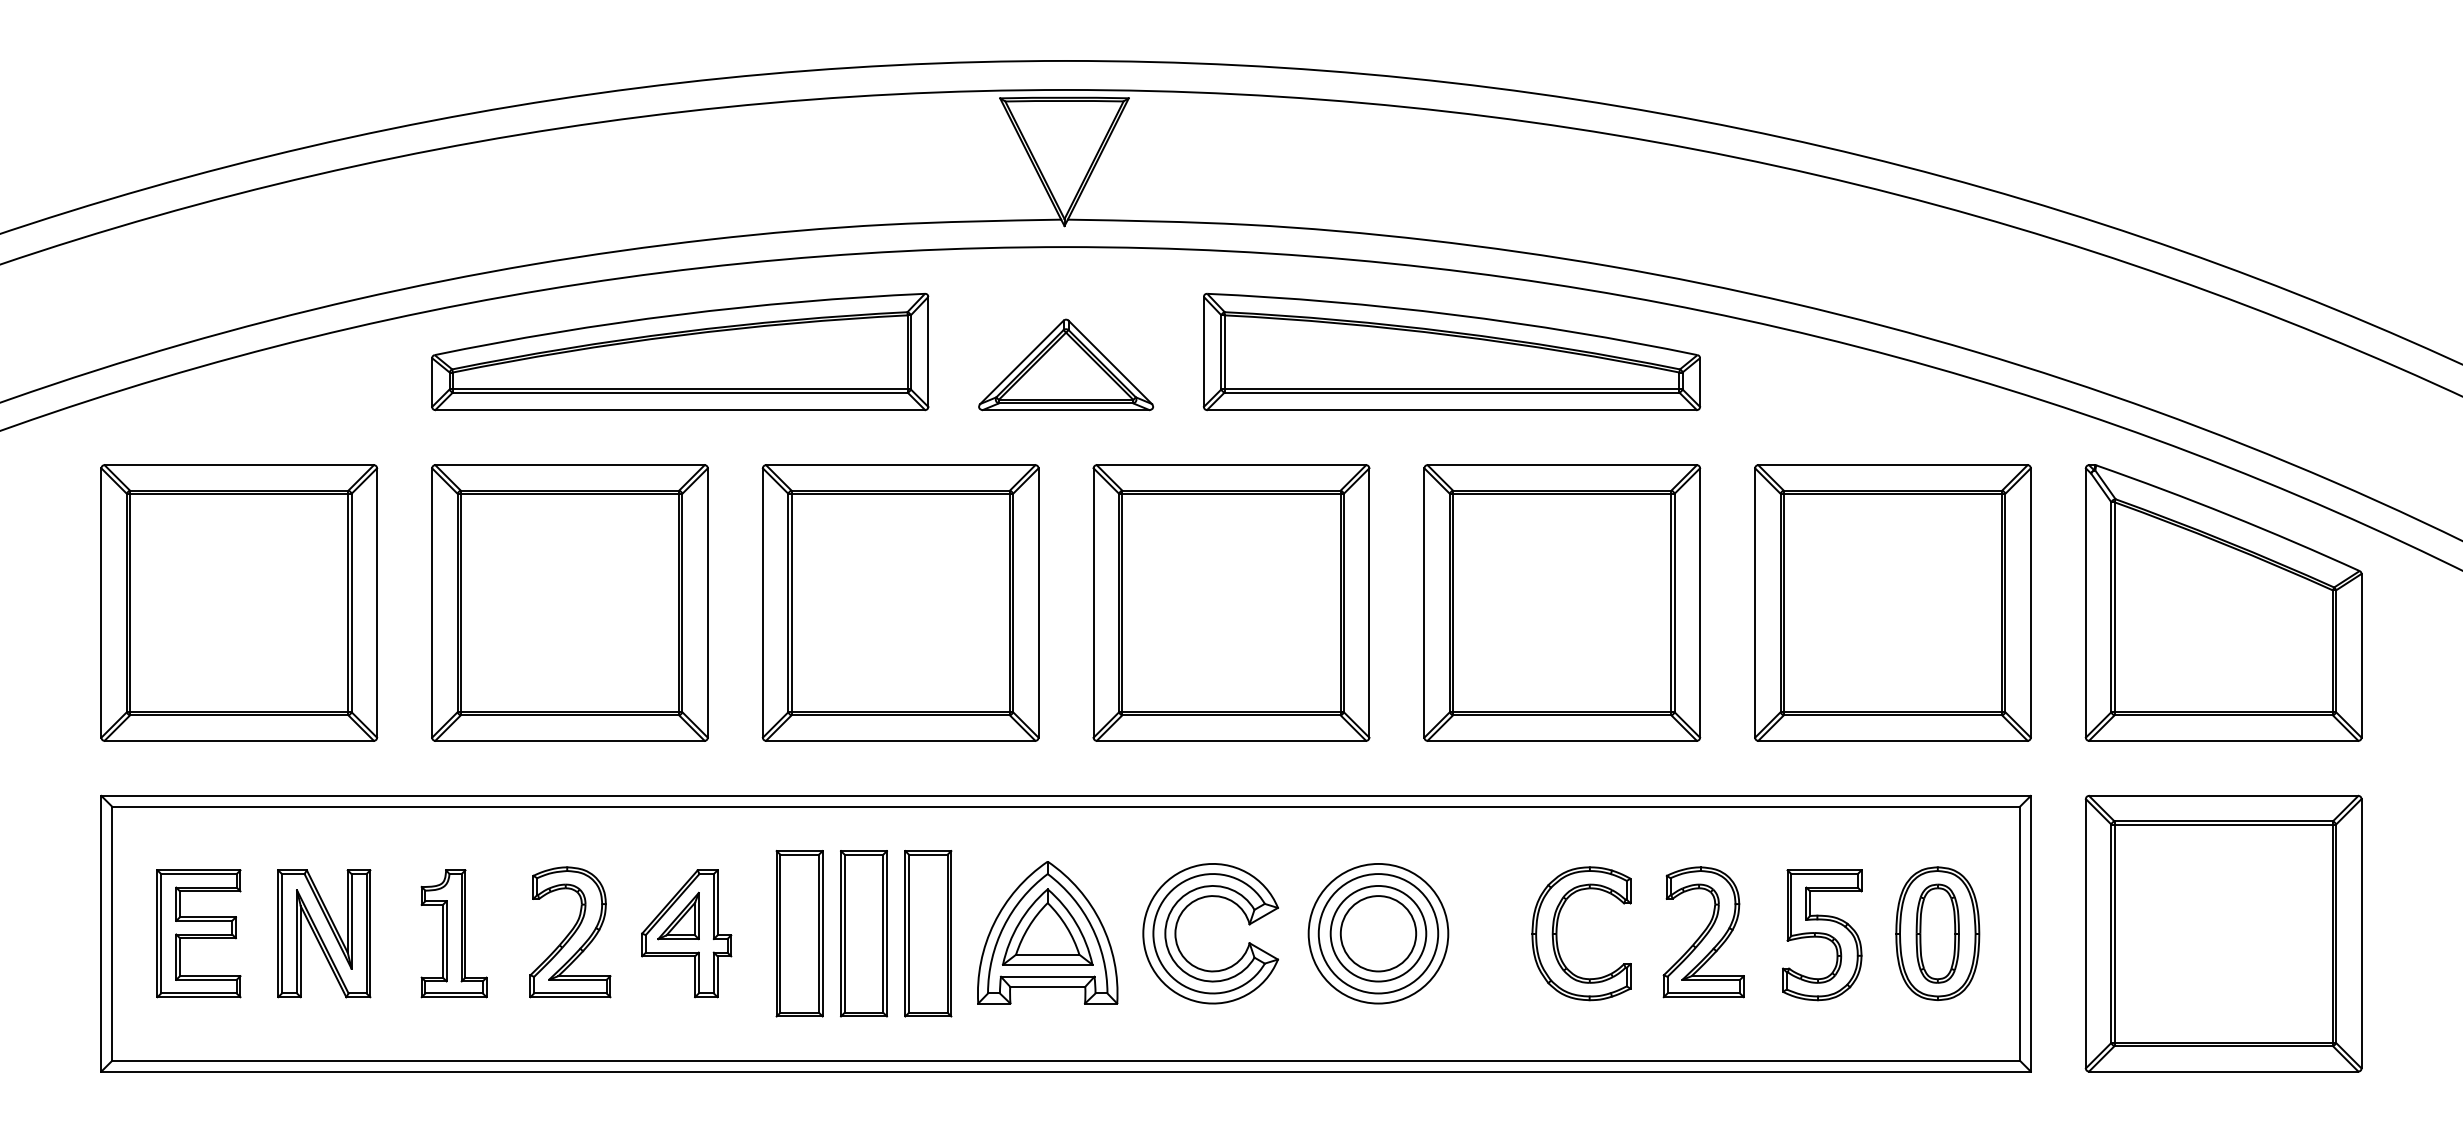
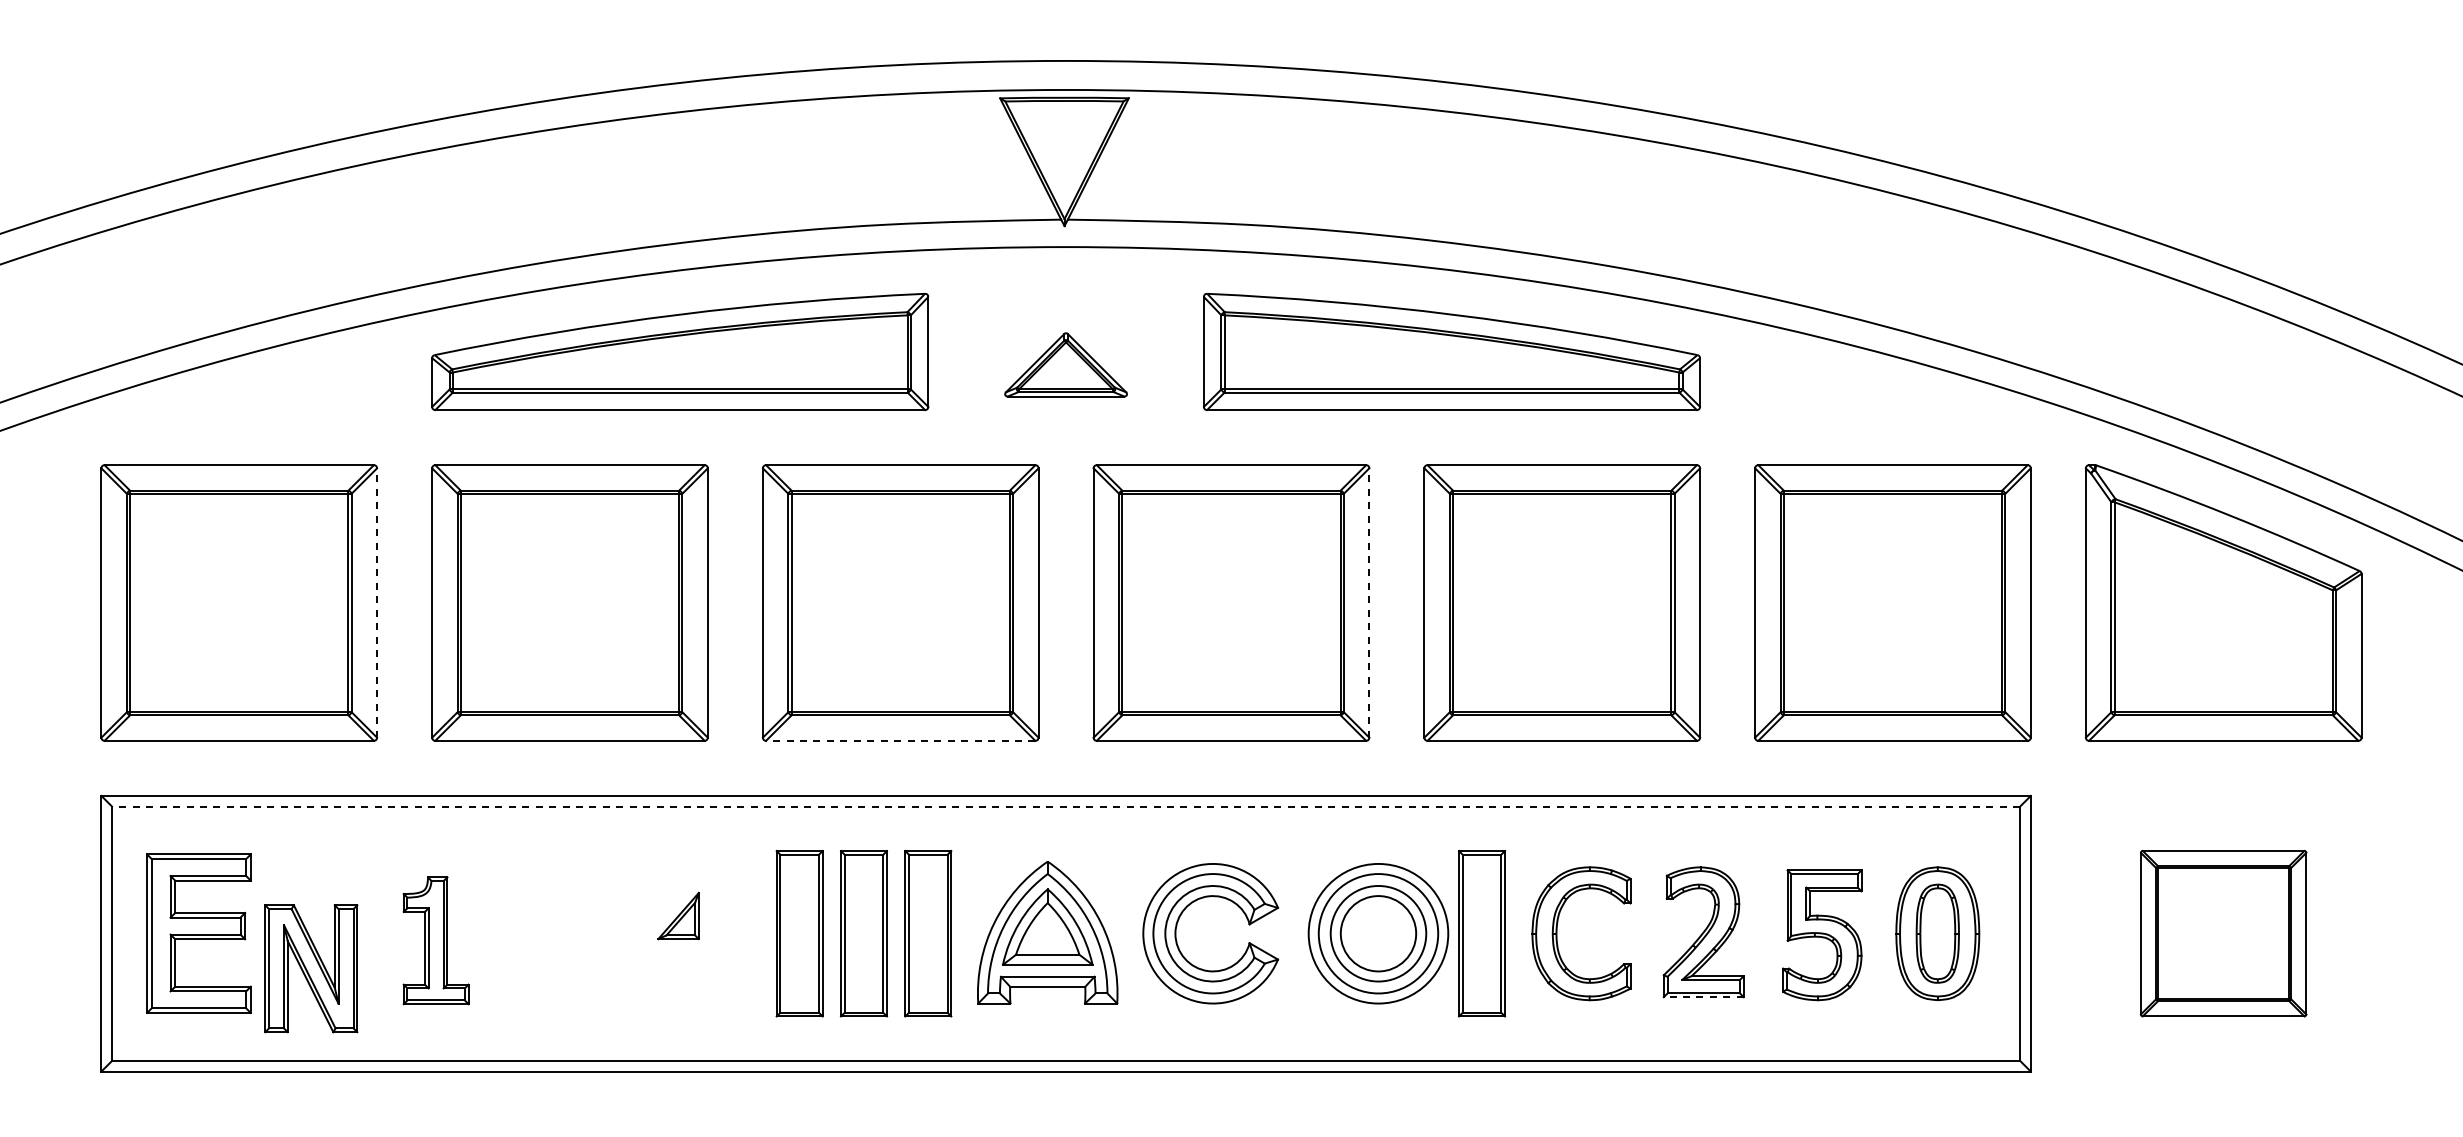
part at (1065, 364) size: 176x94 px -> 124x66 px
line at (377, 603): solid -> dashed
line at (1369, 603): solid -> dashed
line at (900, 740): solid -> dashed
line at (1065, 806): solid -> dashed
part at (570, 932): present -> none
part at (198, 933) size: 86x130 px -> 106x161 px
part at (324, 933) position: (324, 933) -> (311, 968)
part at (453, 933) position: (453, 933) -> (435, 940)
part at (686, 933): present -> none
part at (1481, 933): none -> present
part at (2223, 933) size: 279x279 px -> 169x169 px
line at (1703, 997): solid -> dashed
